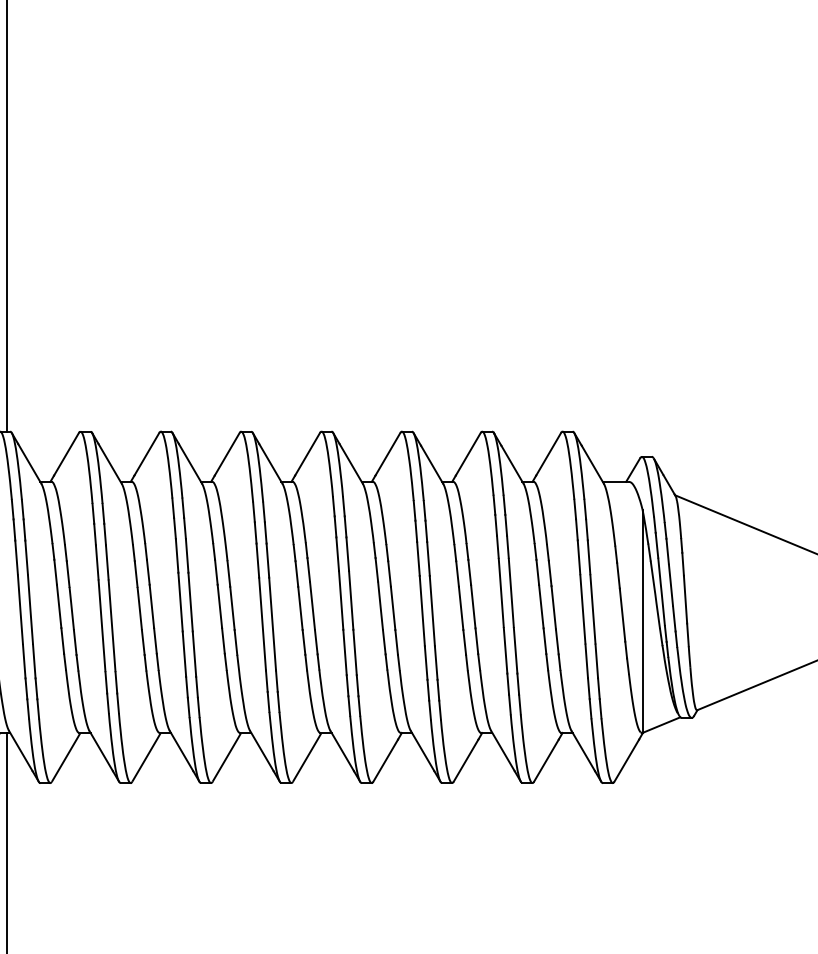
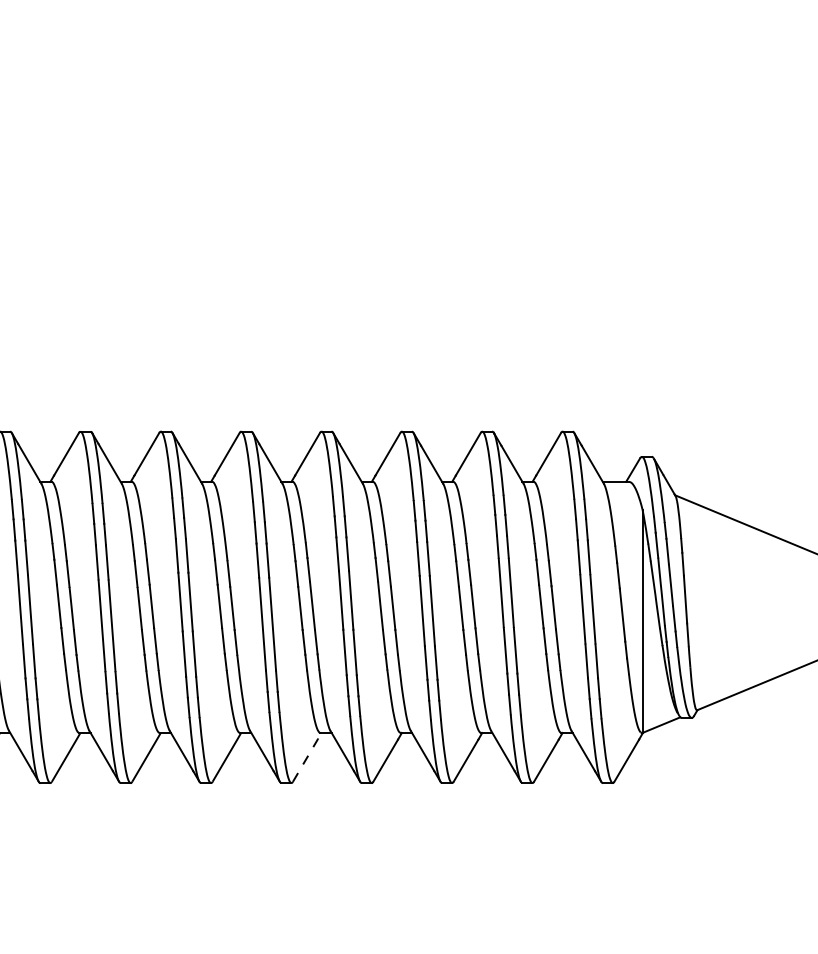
line at (6, 216): present -> none
line at (307, 756): solid -> dashed
line at (6, 841): present -> none
